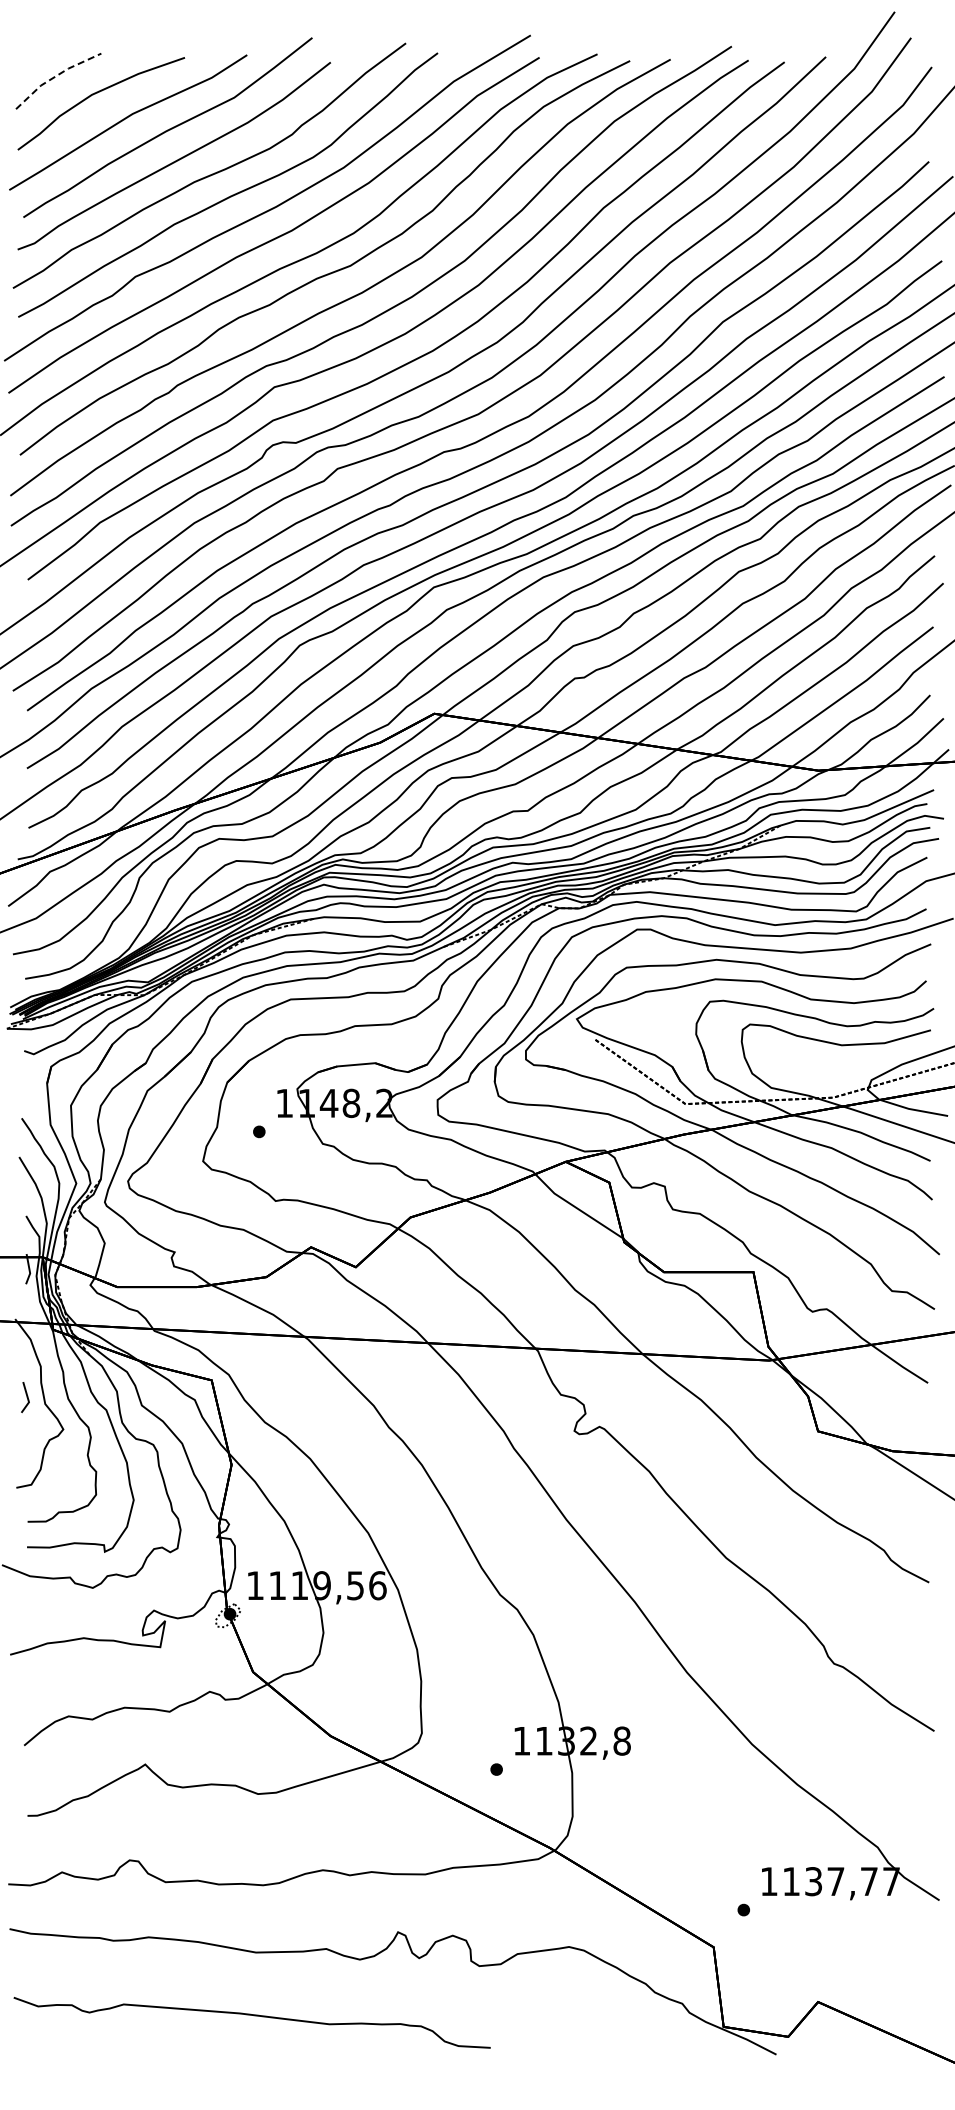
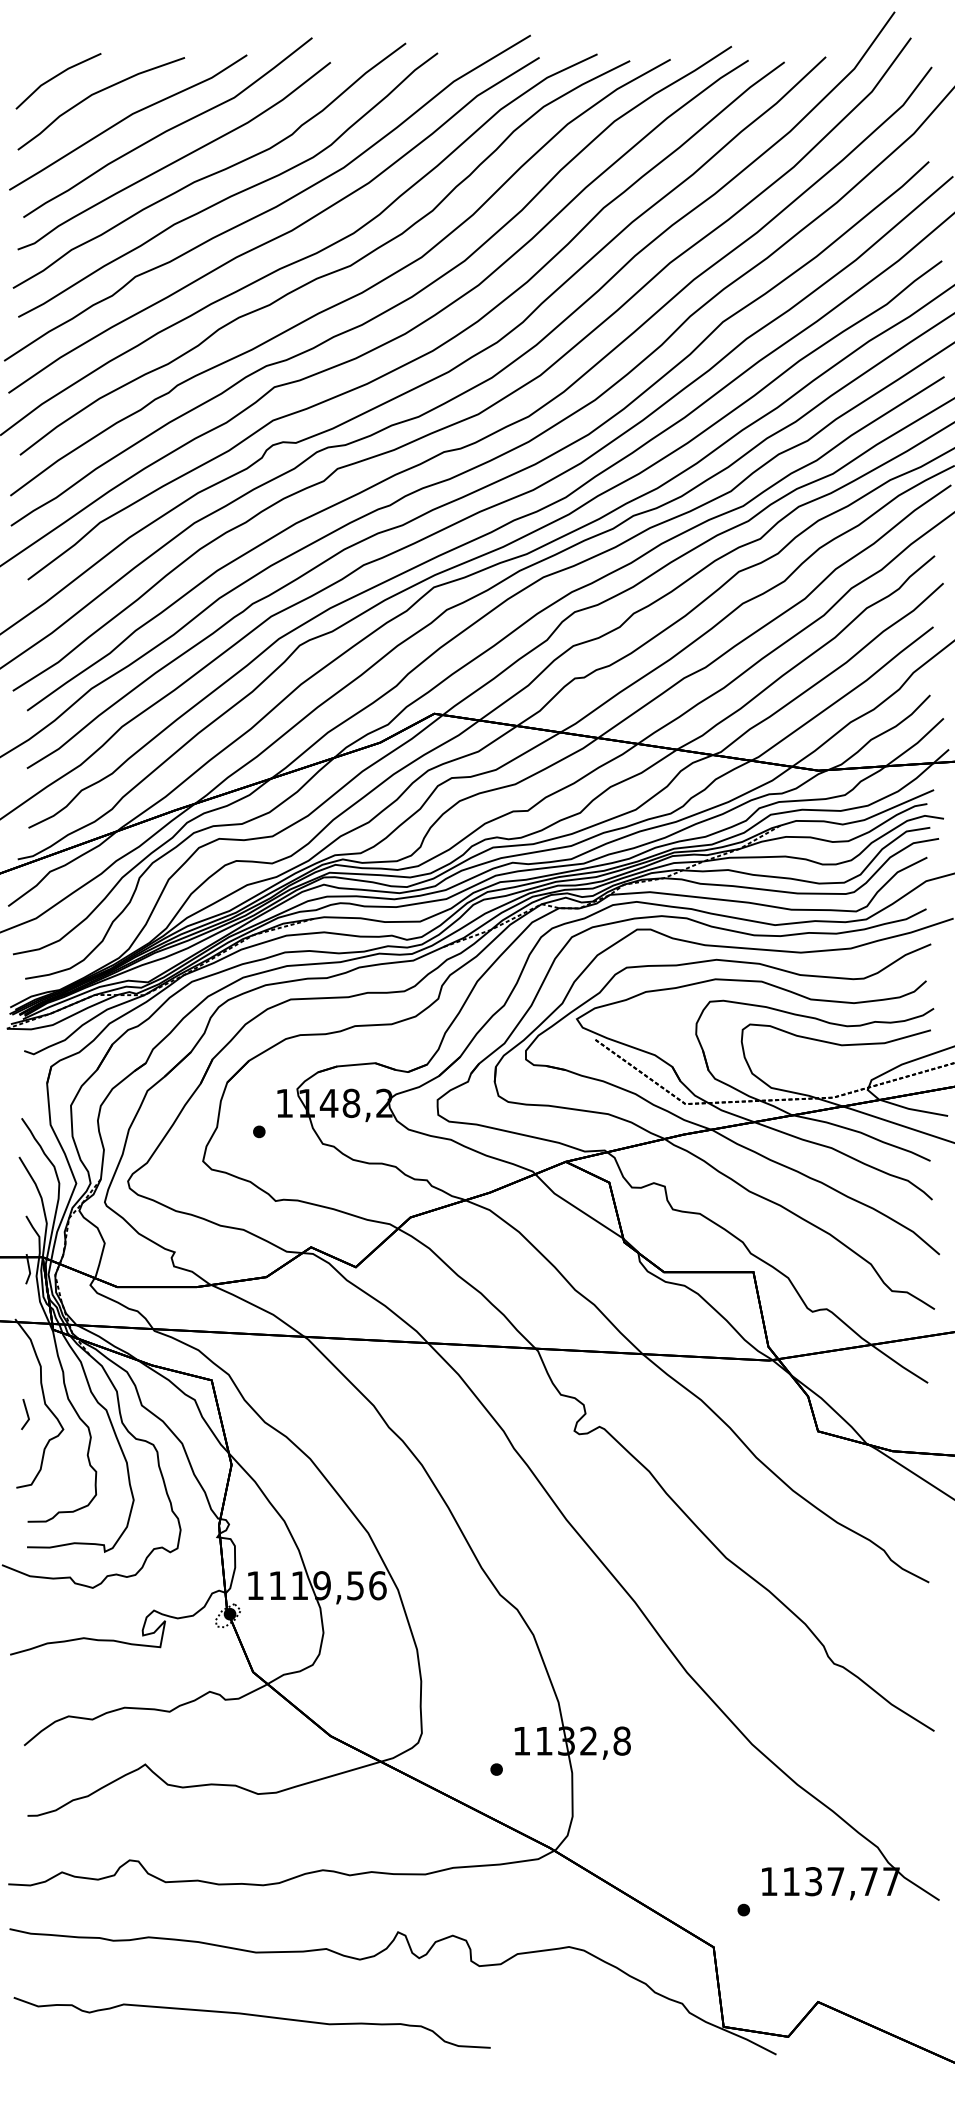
line at (55, 76): dashed -> solid
line at (26, 1397) position: (26, 1397) -> (26, 1414)
